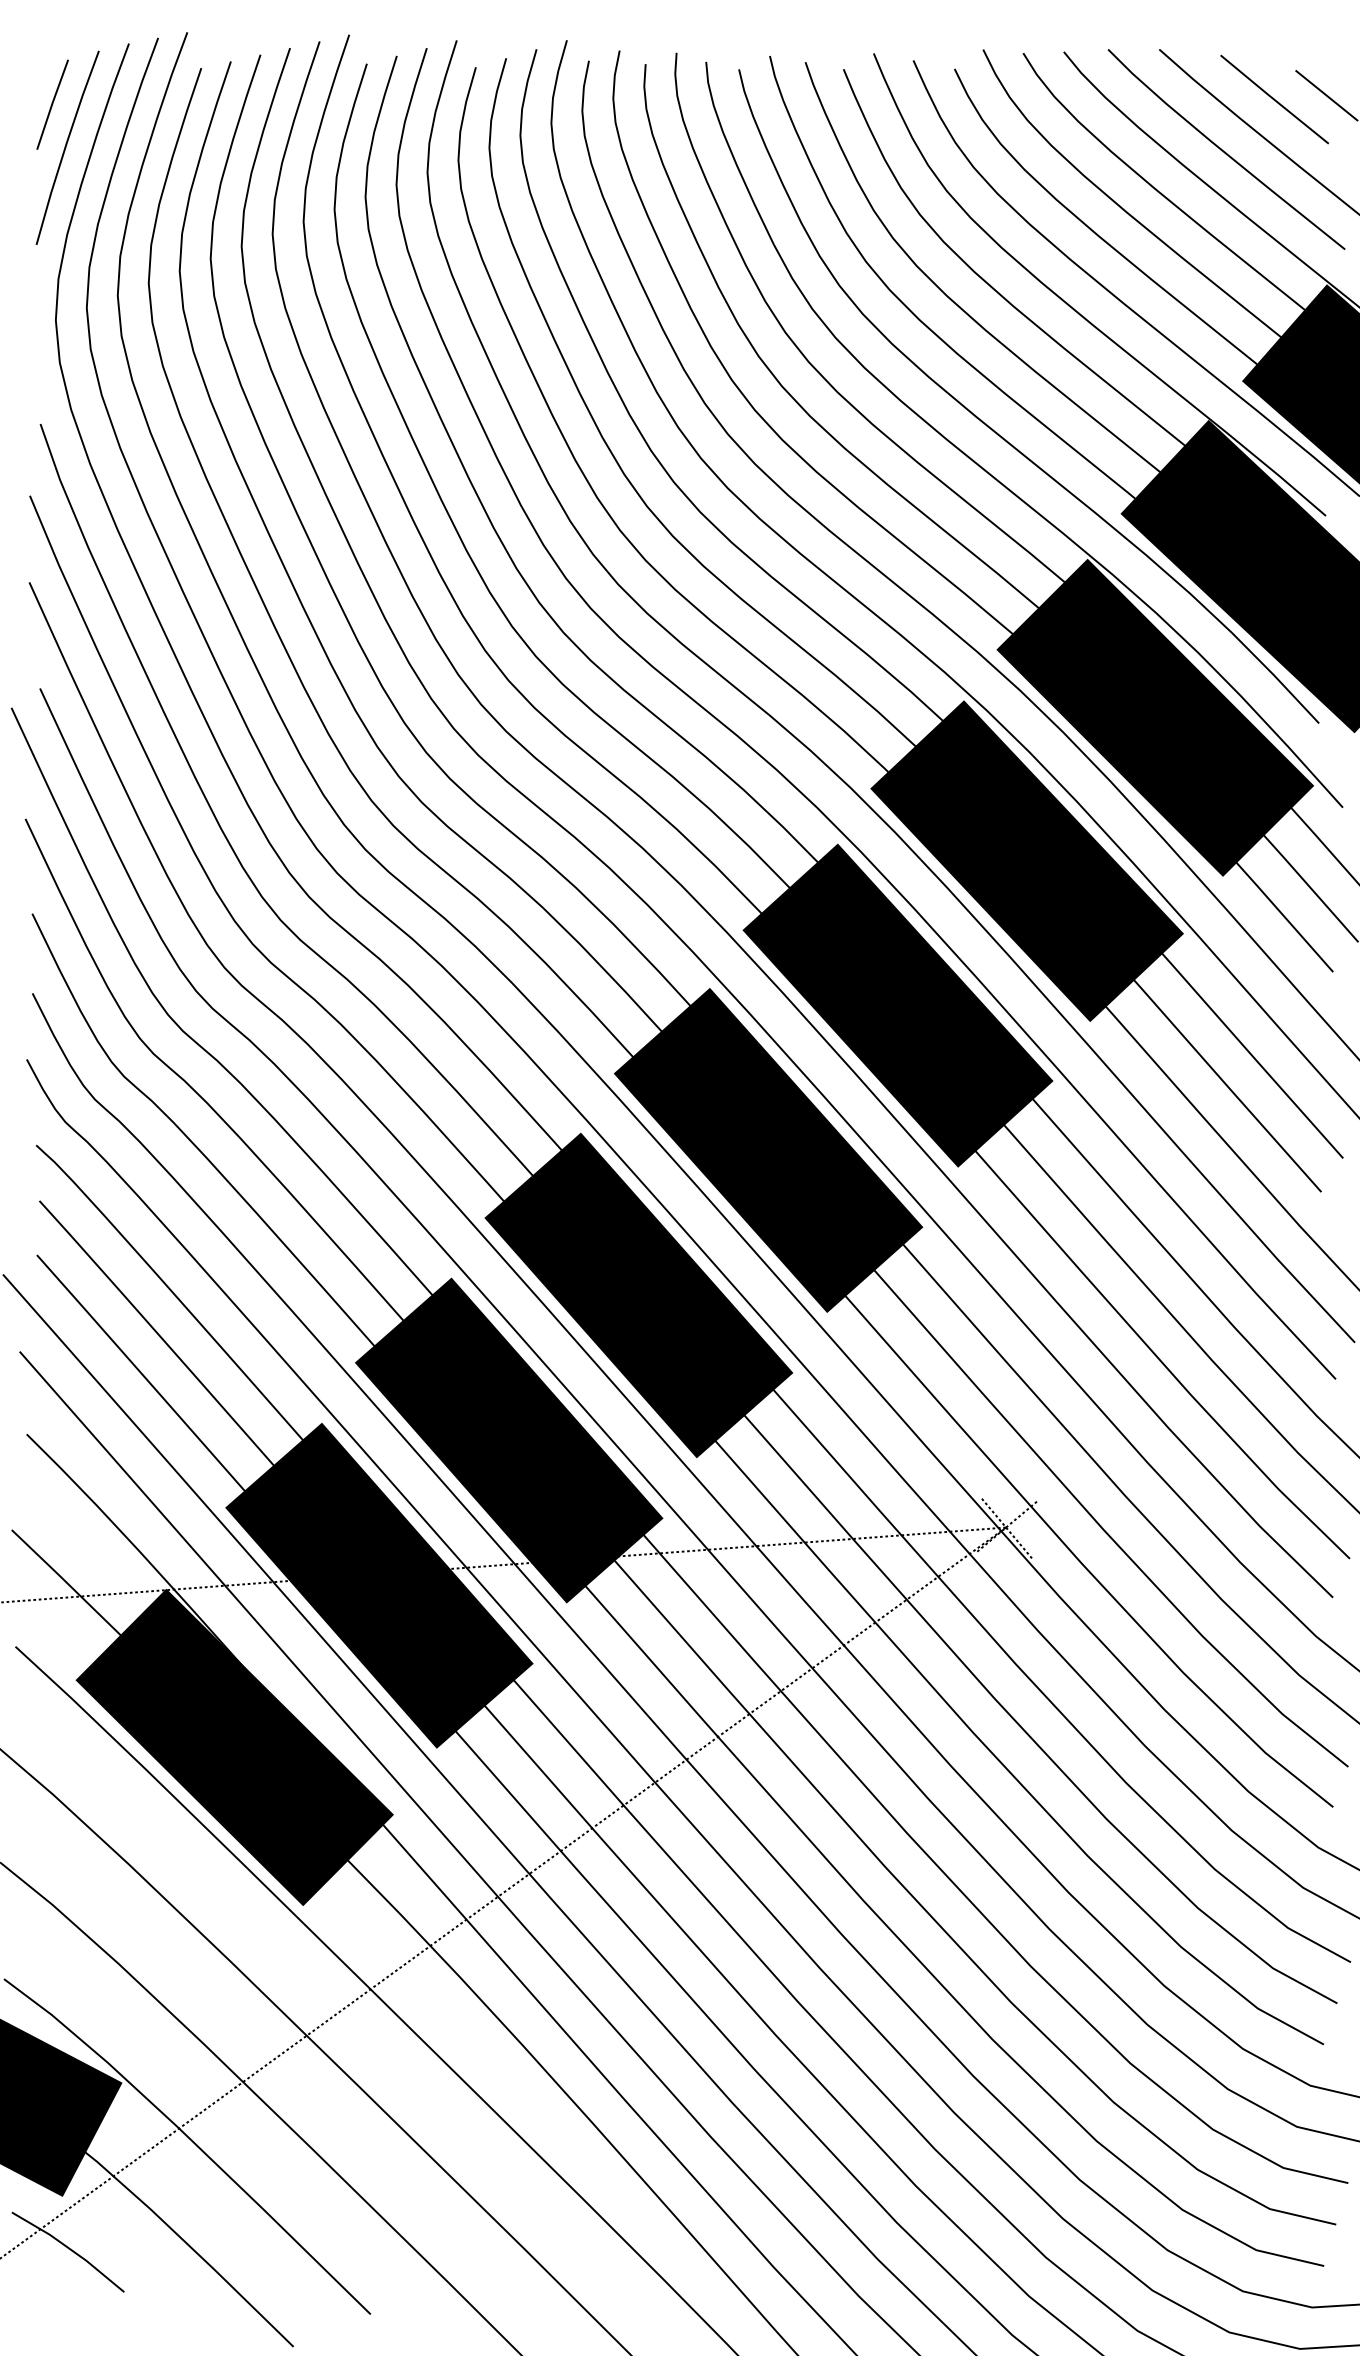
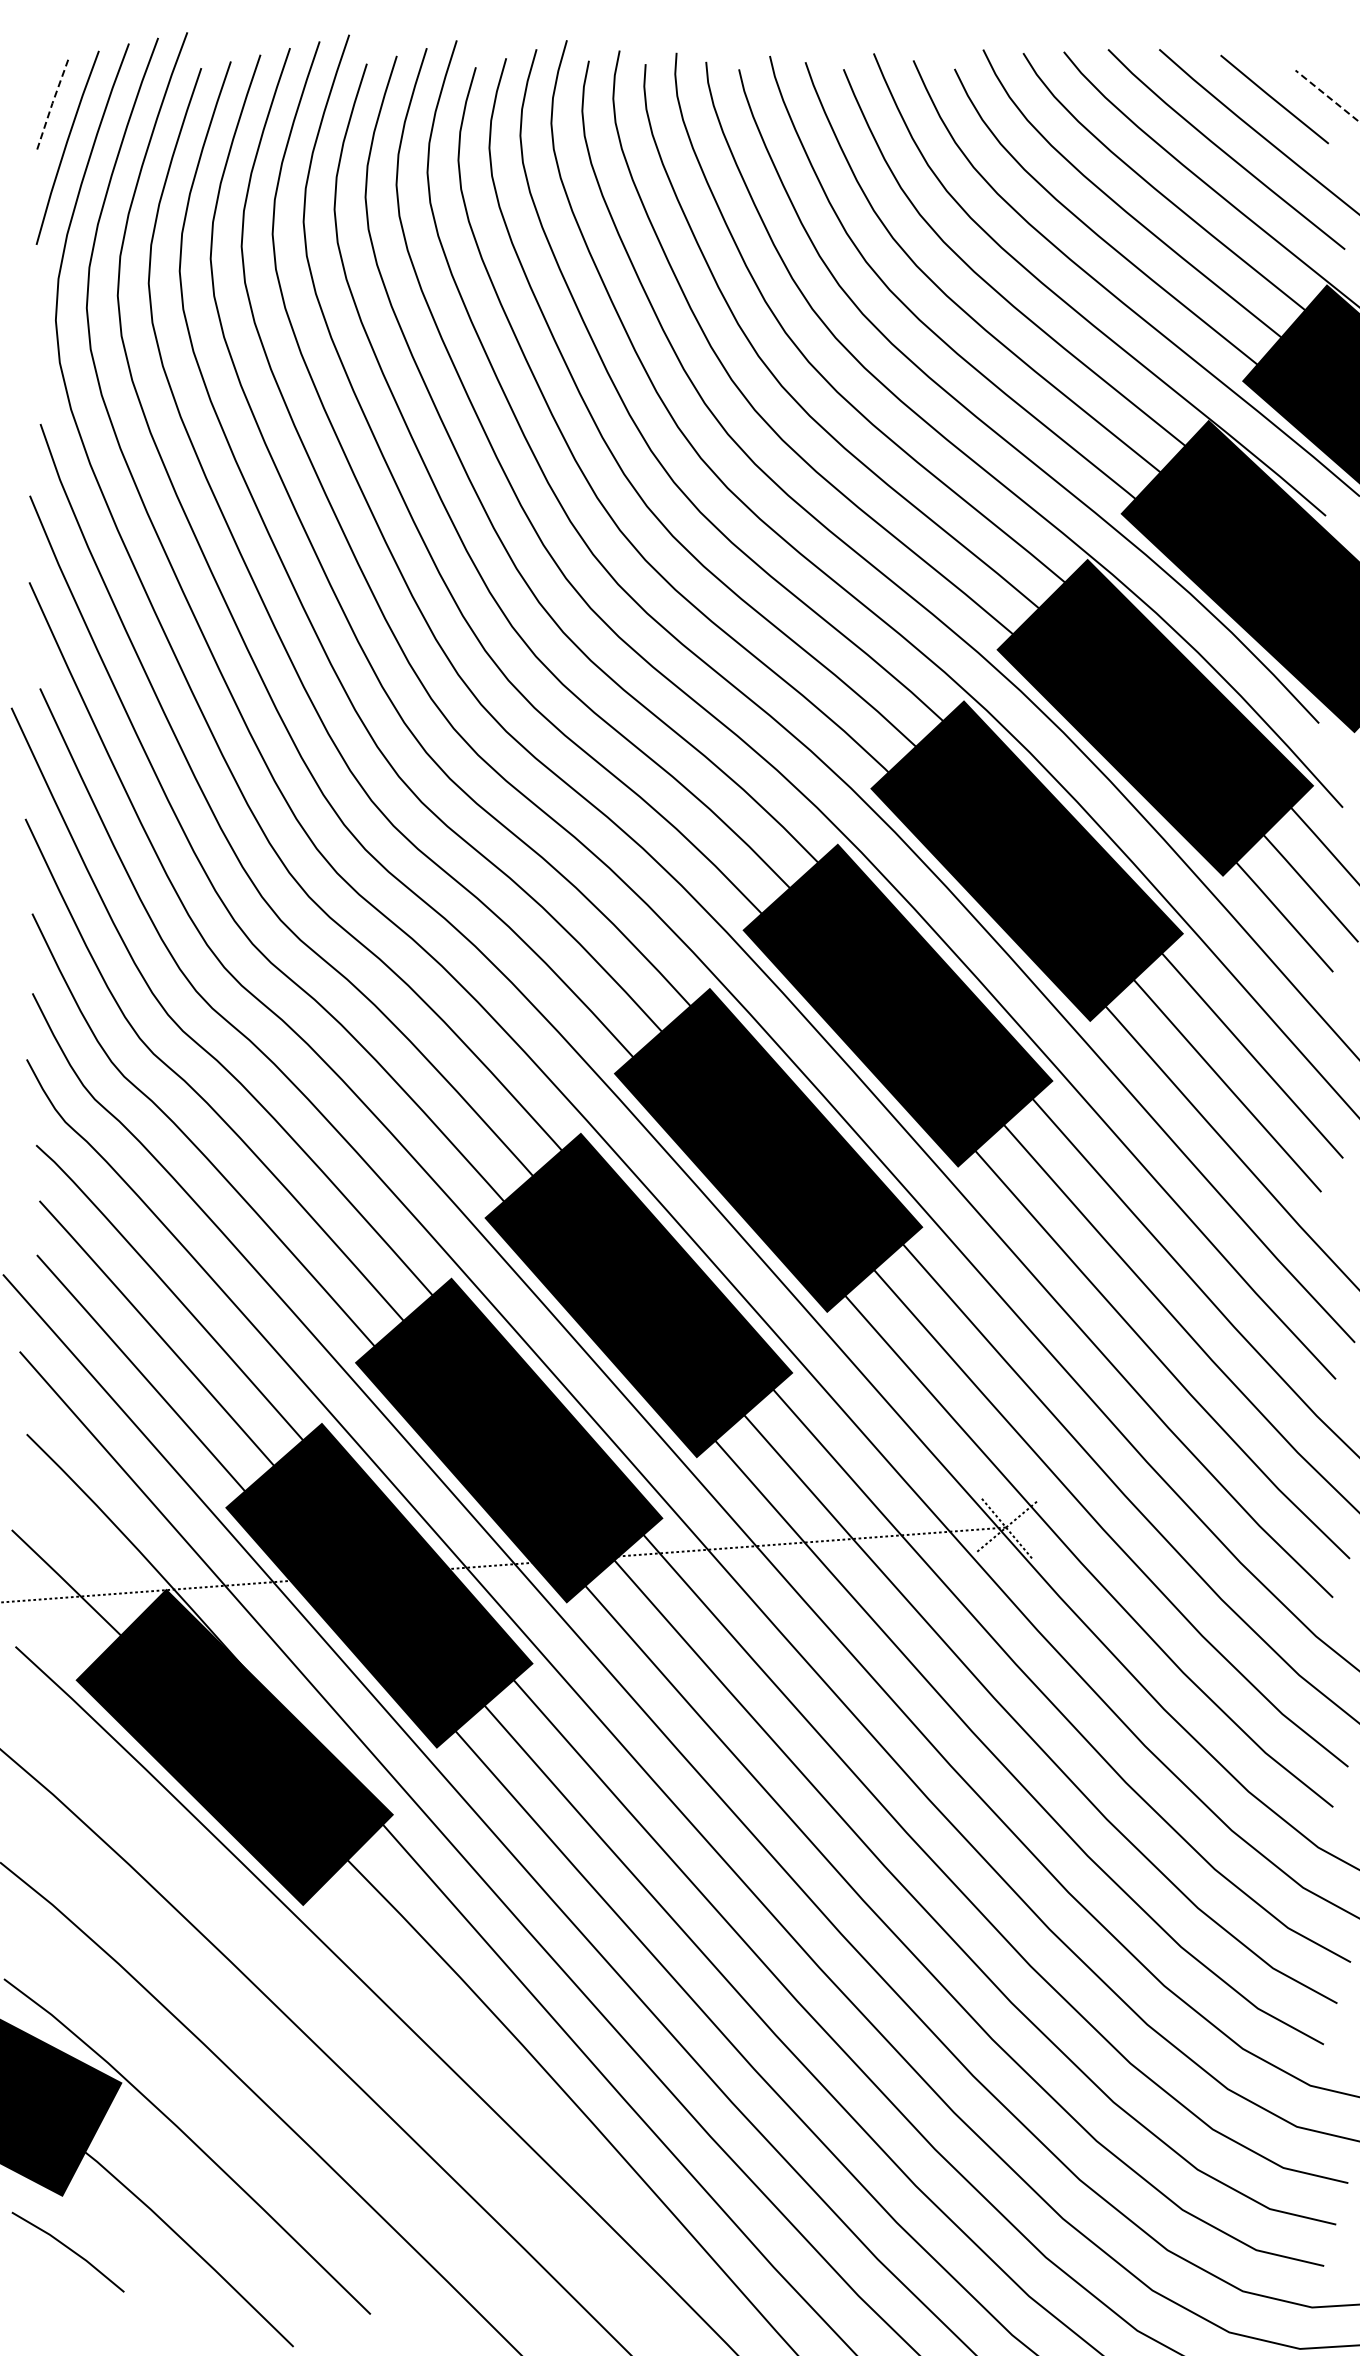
line at (1326, 95): solid -> dashed
line at (52, 104): solid -> dashed
line at (504, 1891): present -> none
